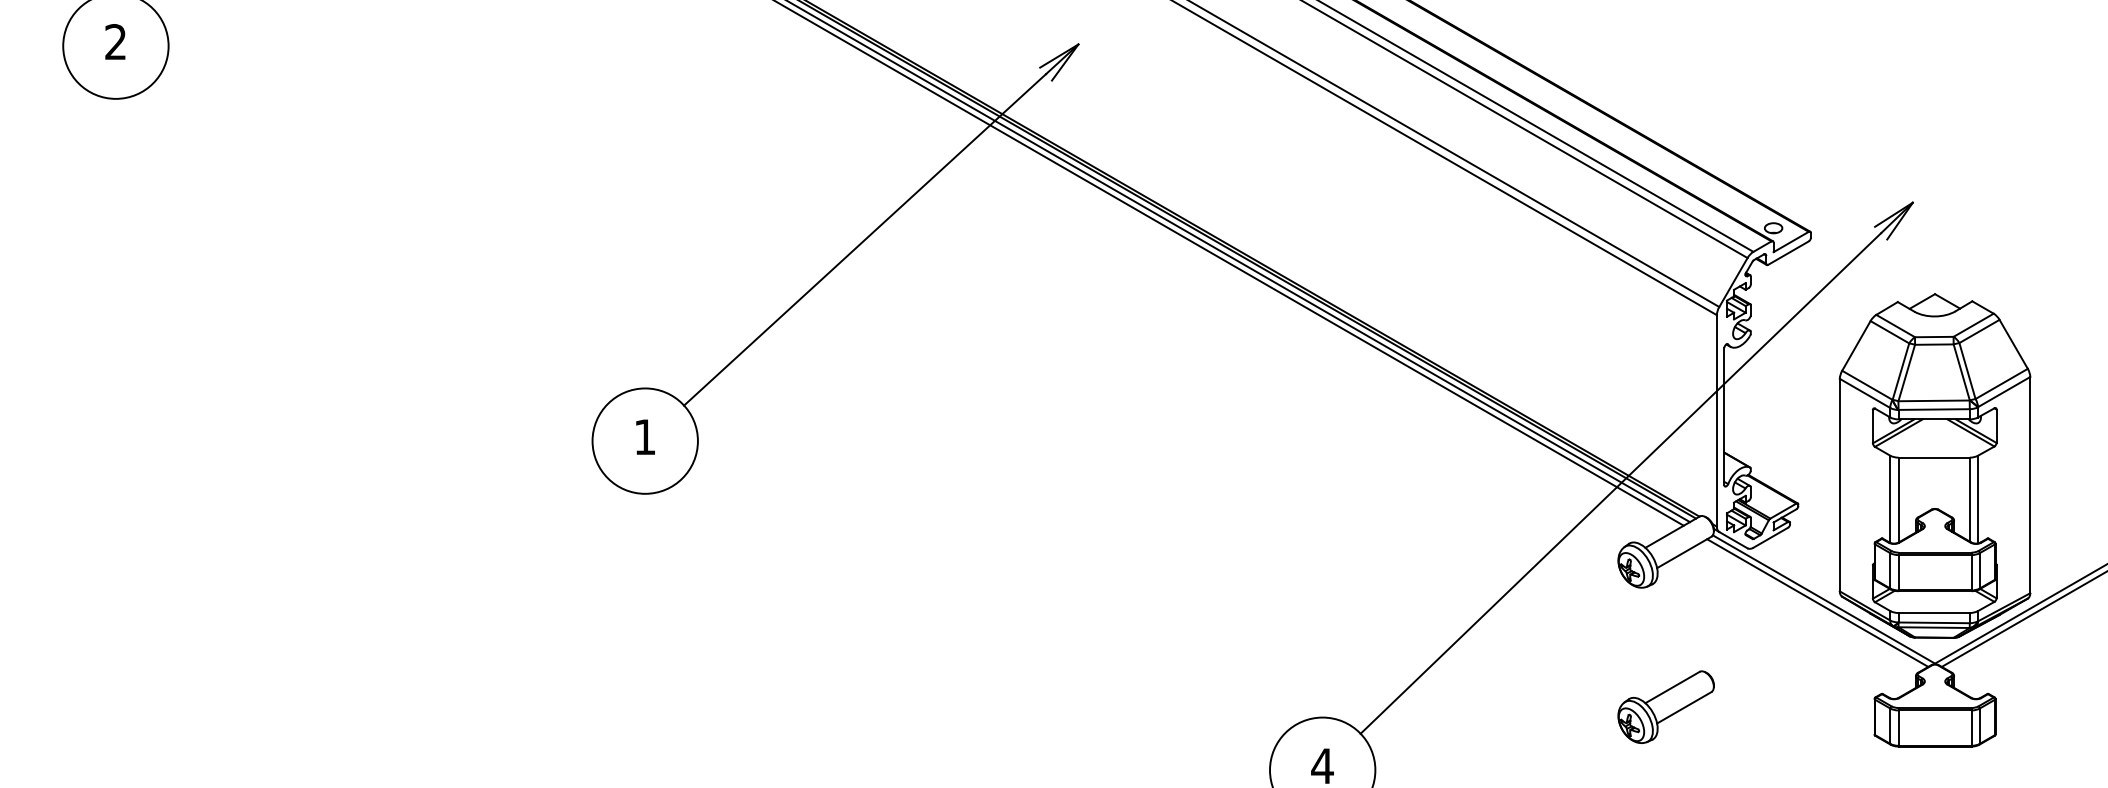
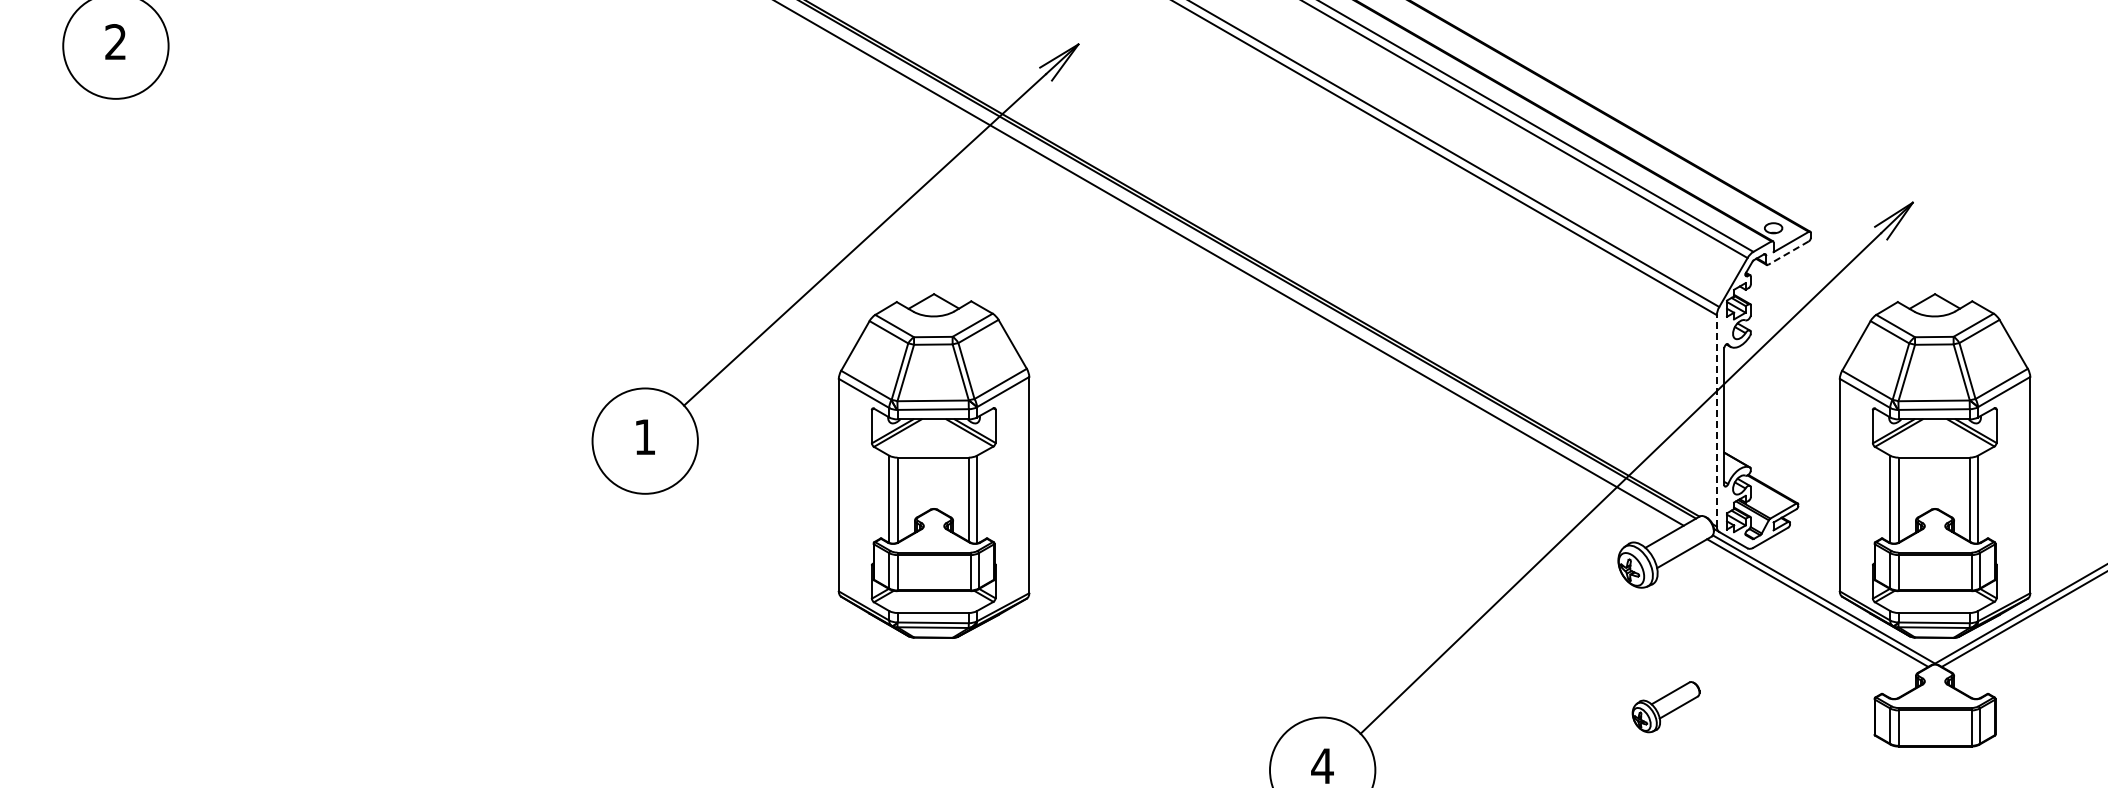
line at (1788, 253): solid -> dashed
line at (1239, 262): present -> none
line at (1716, 420): solid -> dashed
part at (933, 465): none -> present
part at (1665, 706) size: 98x74 px -> 70x53 px
